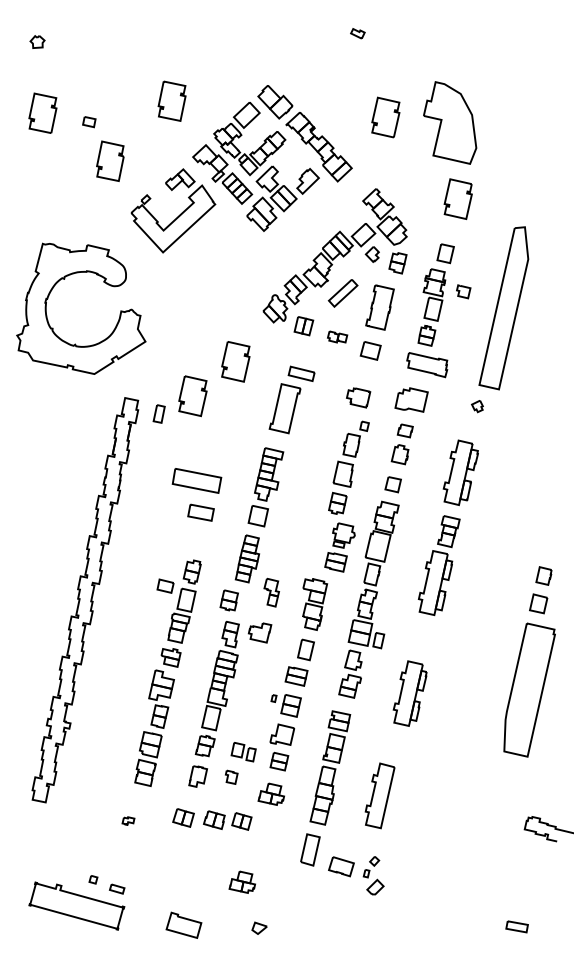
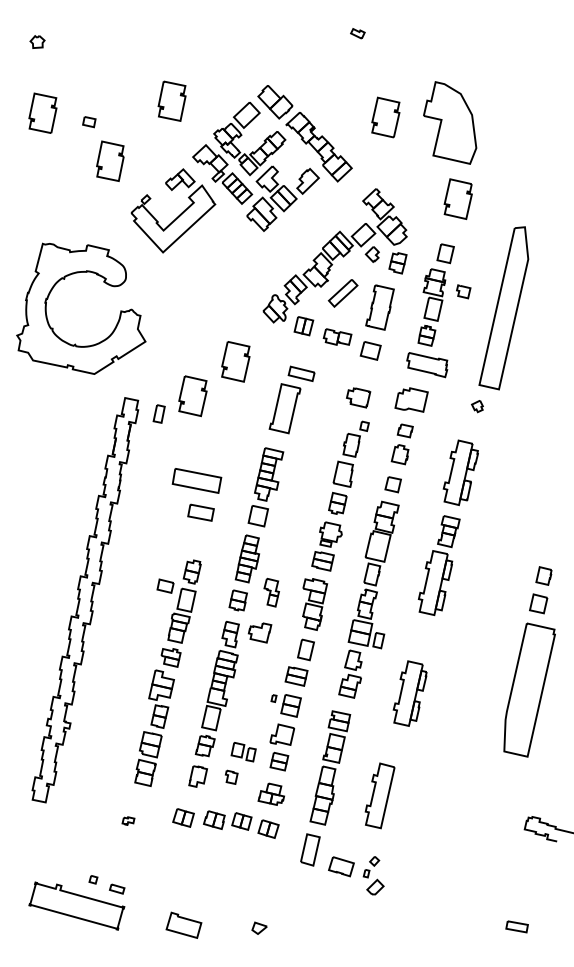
part at (337, 336) size: 22x14 px -> 31x18 px
part at (339, 547) position: (339, 547) -> (326, 546)
part at (228, 600) position: (228, 600) -> (237, 600)
part at (268, 828): none -> present
part at (241, 881): present -> none
